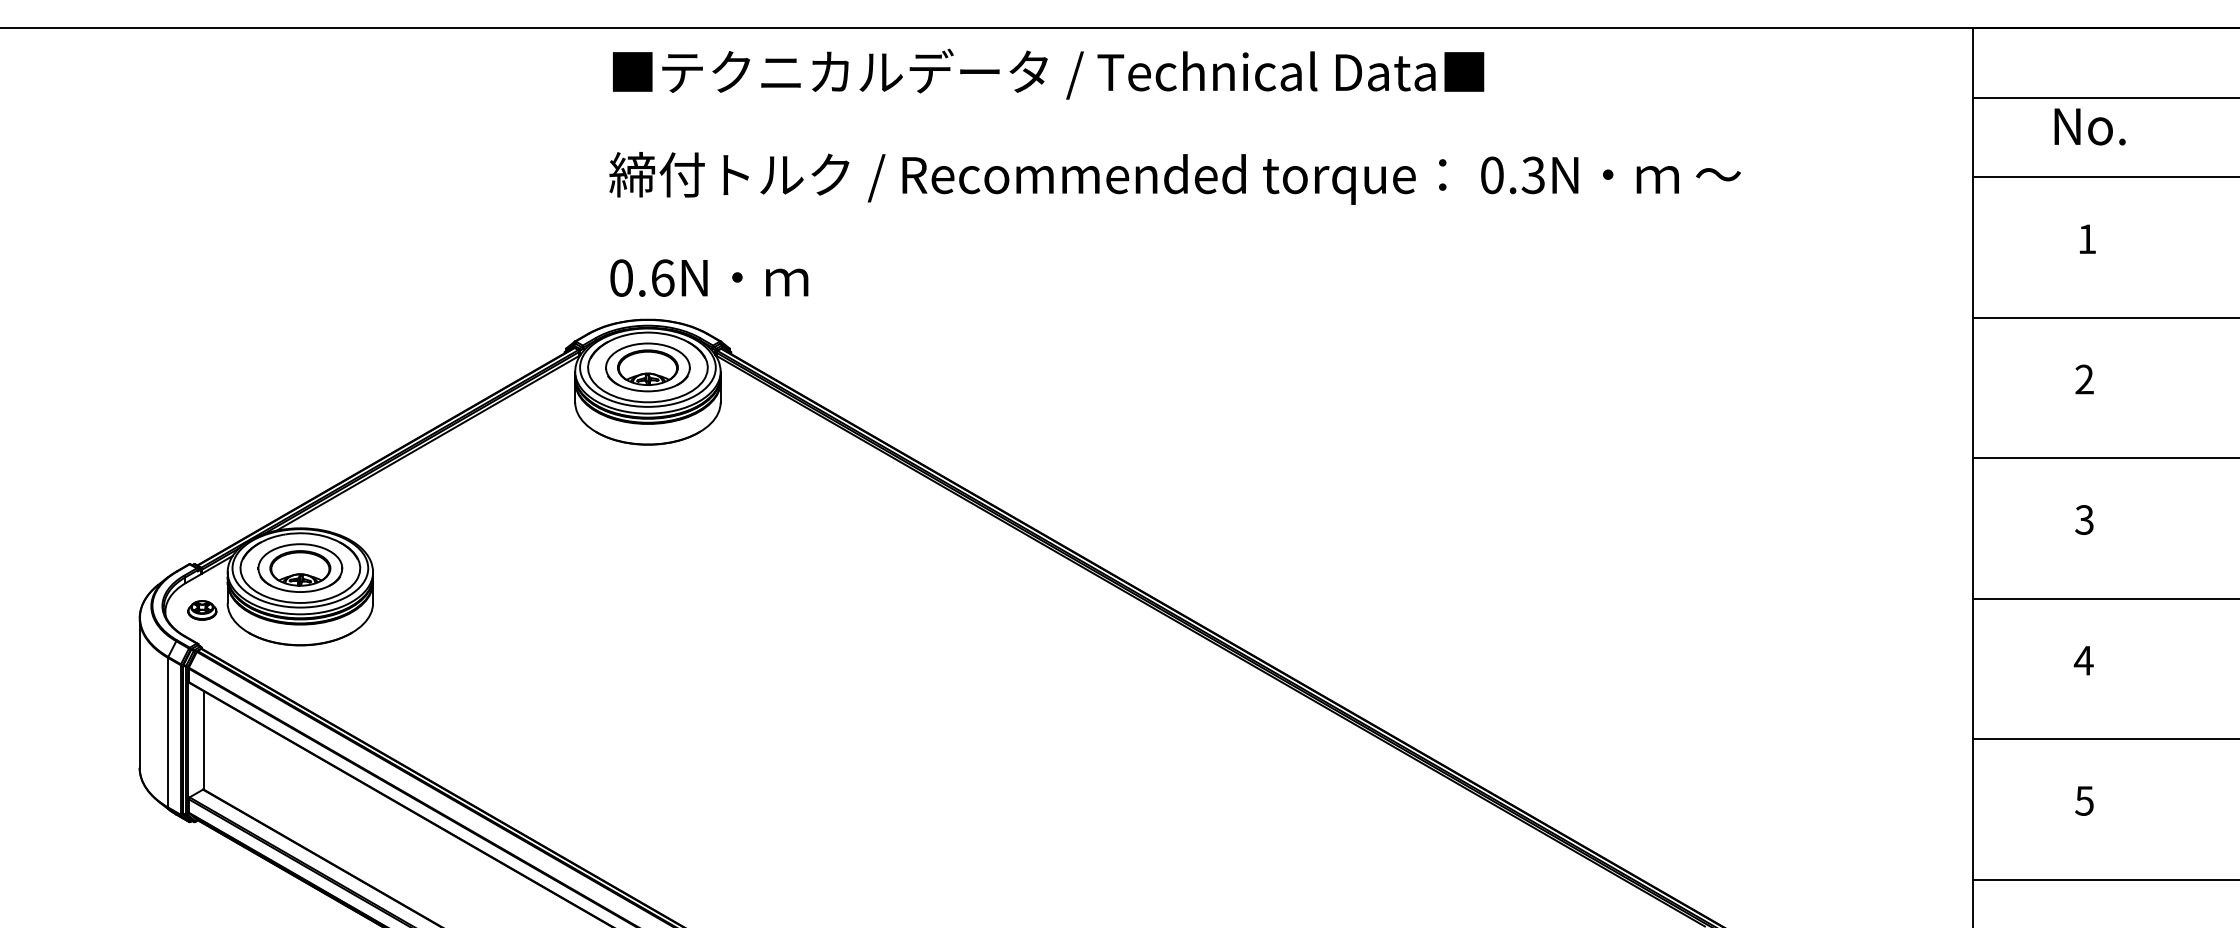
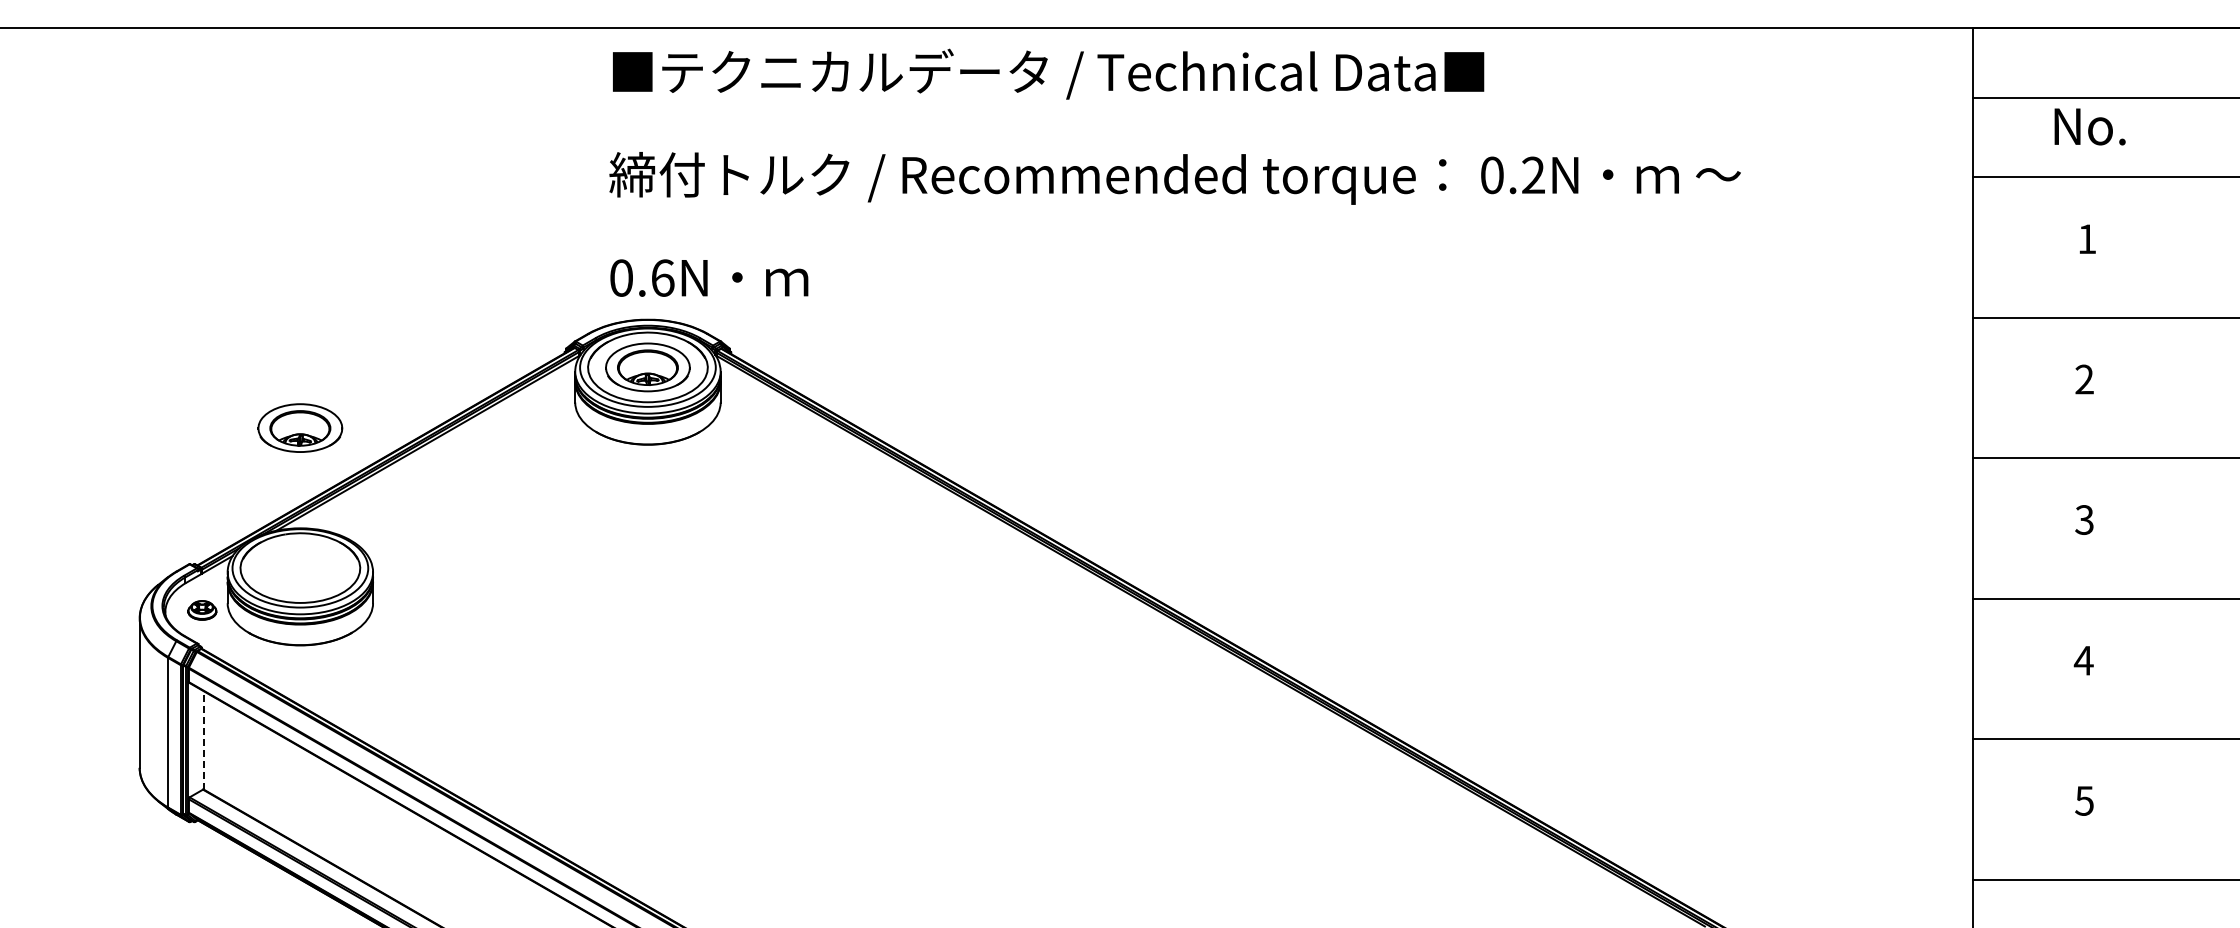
text at (1532, 175): 0.3N -> 0.2N
part at (300, 567) position: (300, 567) -> (300, 427)
line at (204, 740): solid -> dashed
